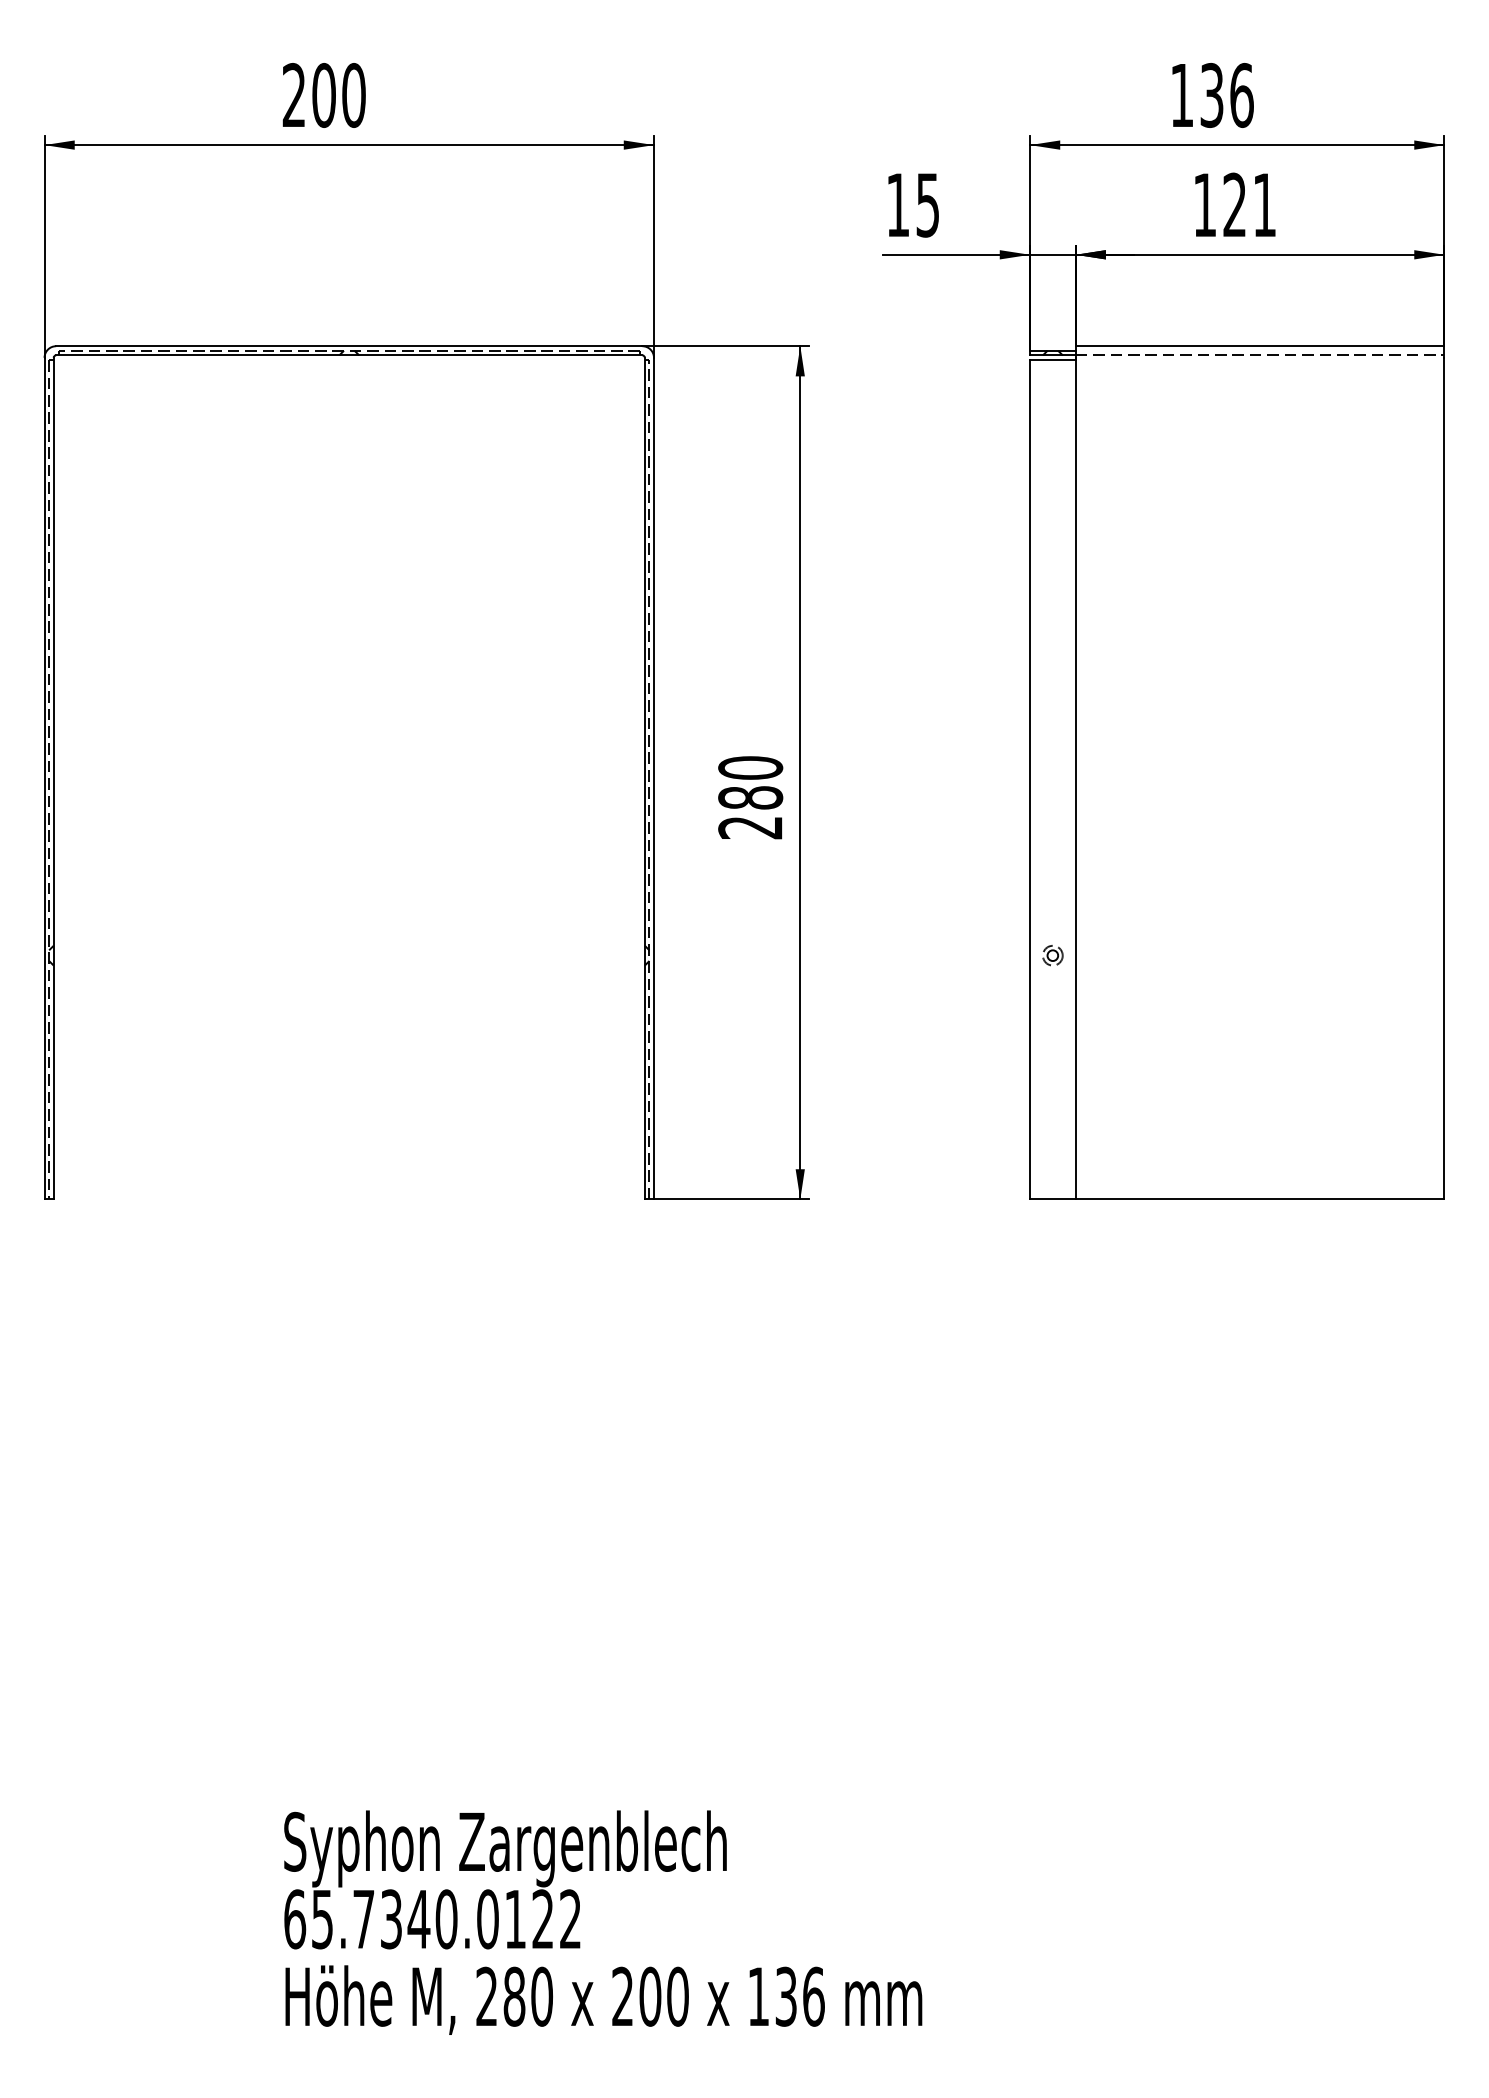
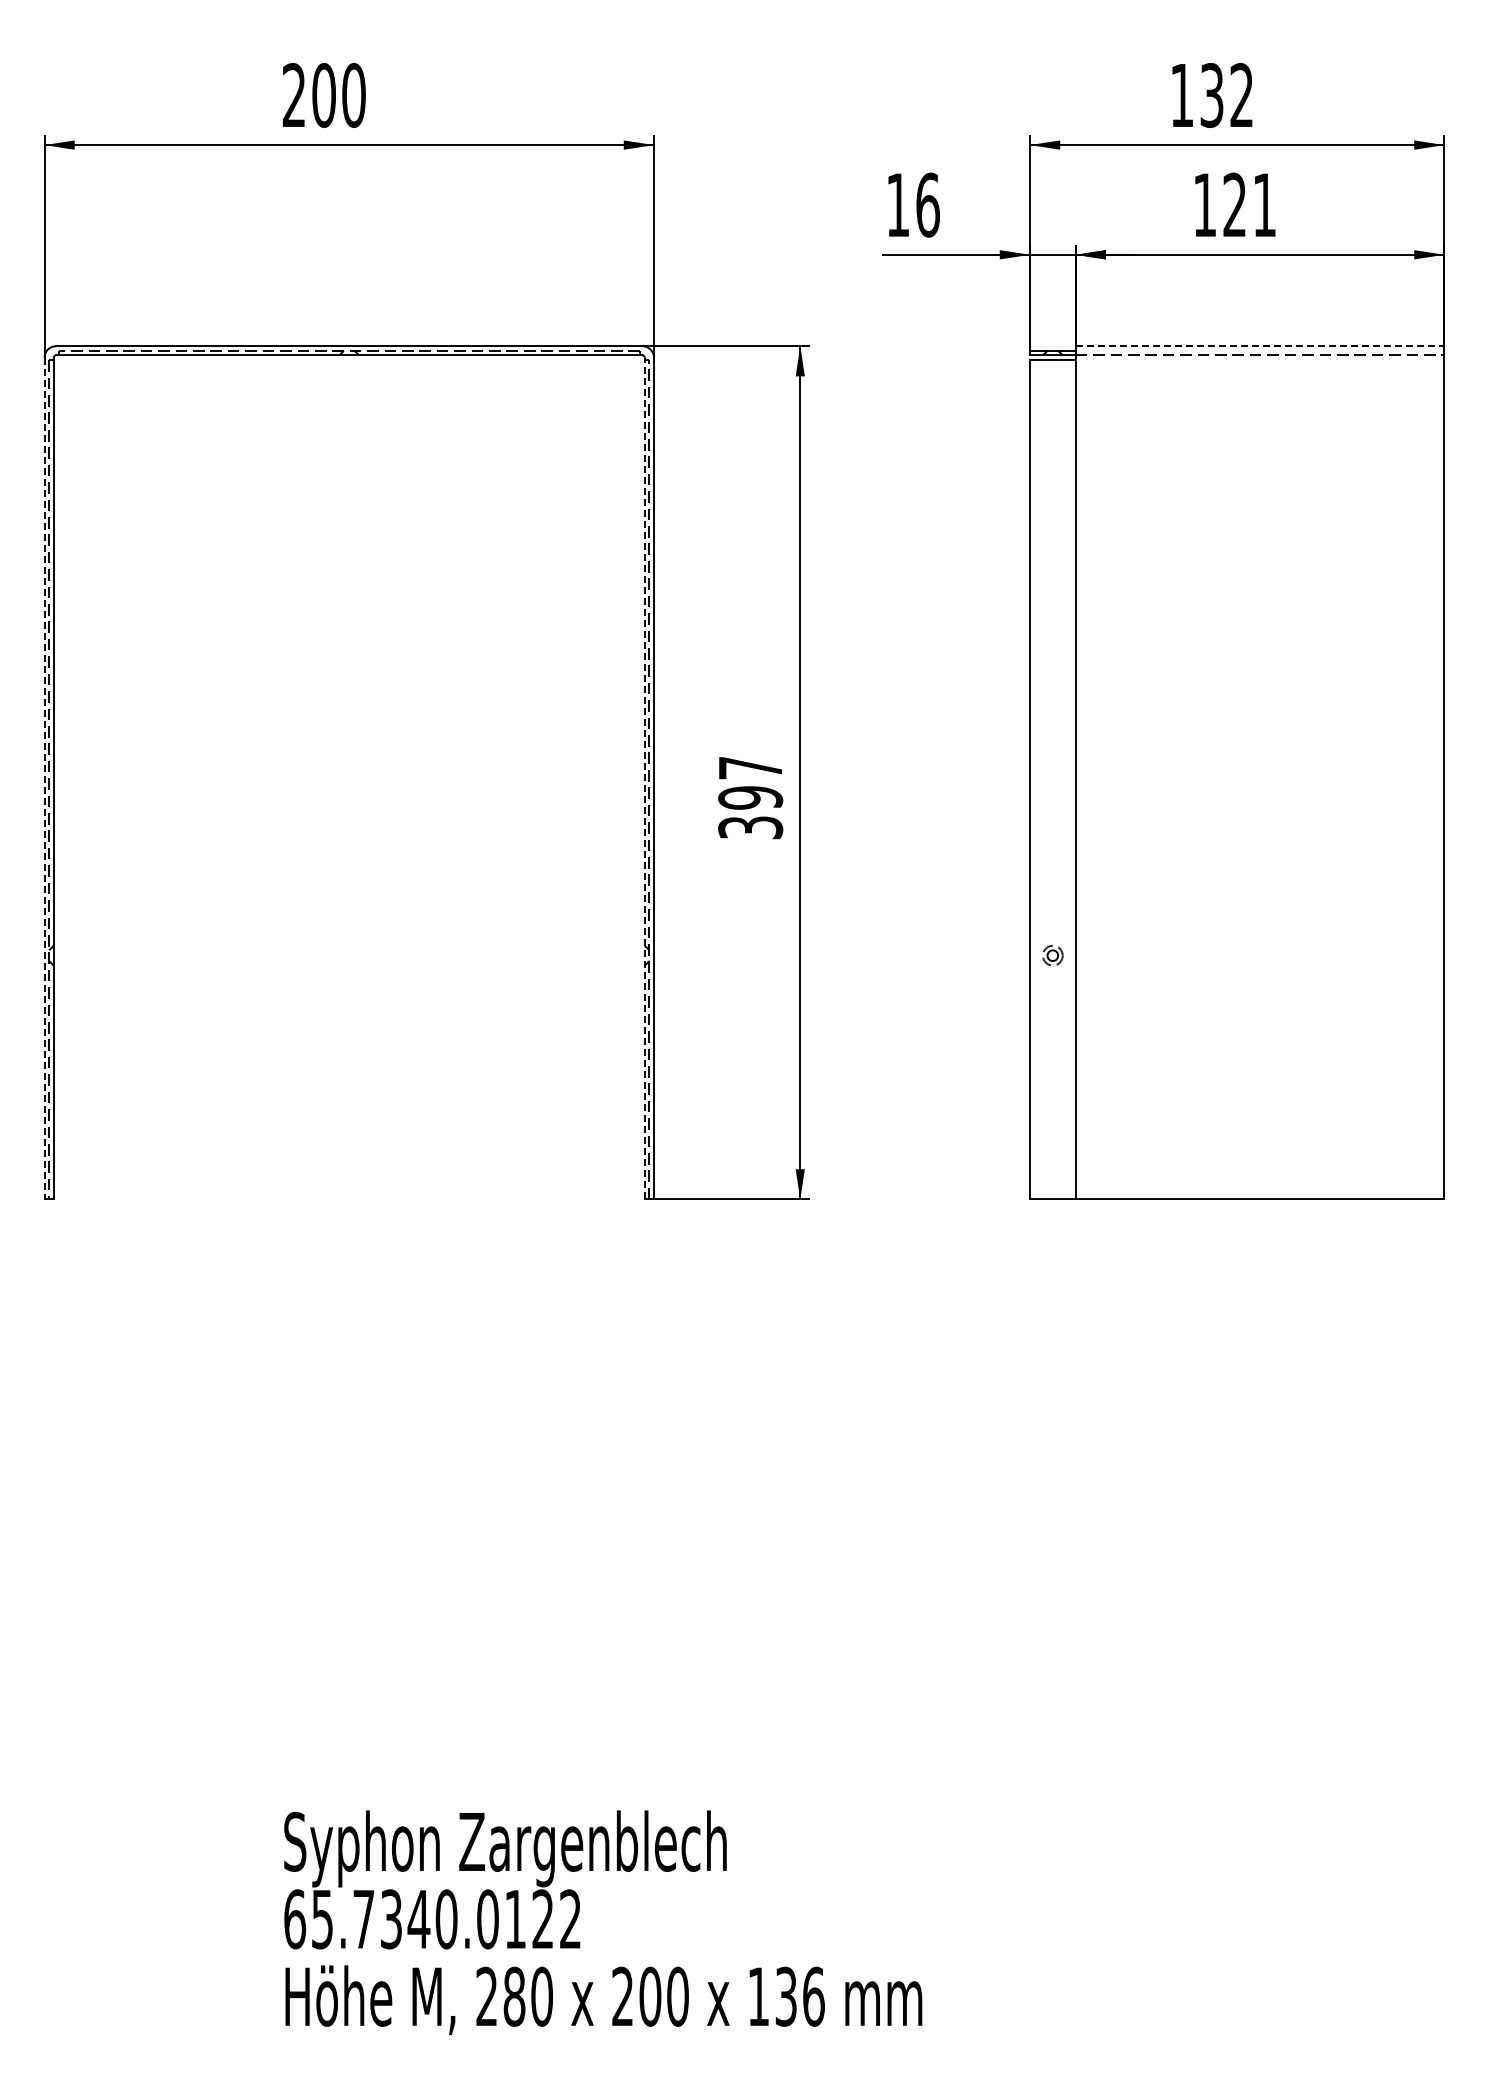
text at (1241, 95): 136 -> 132
text at (928, 204): 15 -> 16
line at (1260, 346): solid -> dashed
line at (44, 778): solid -> dashed
line at (644, 778): solid -> dashed
text at (750, 797): 280 -> 397
